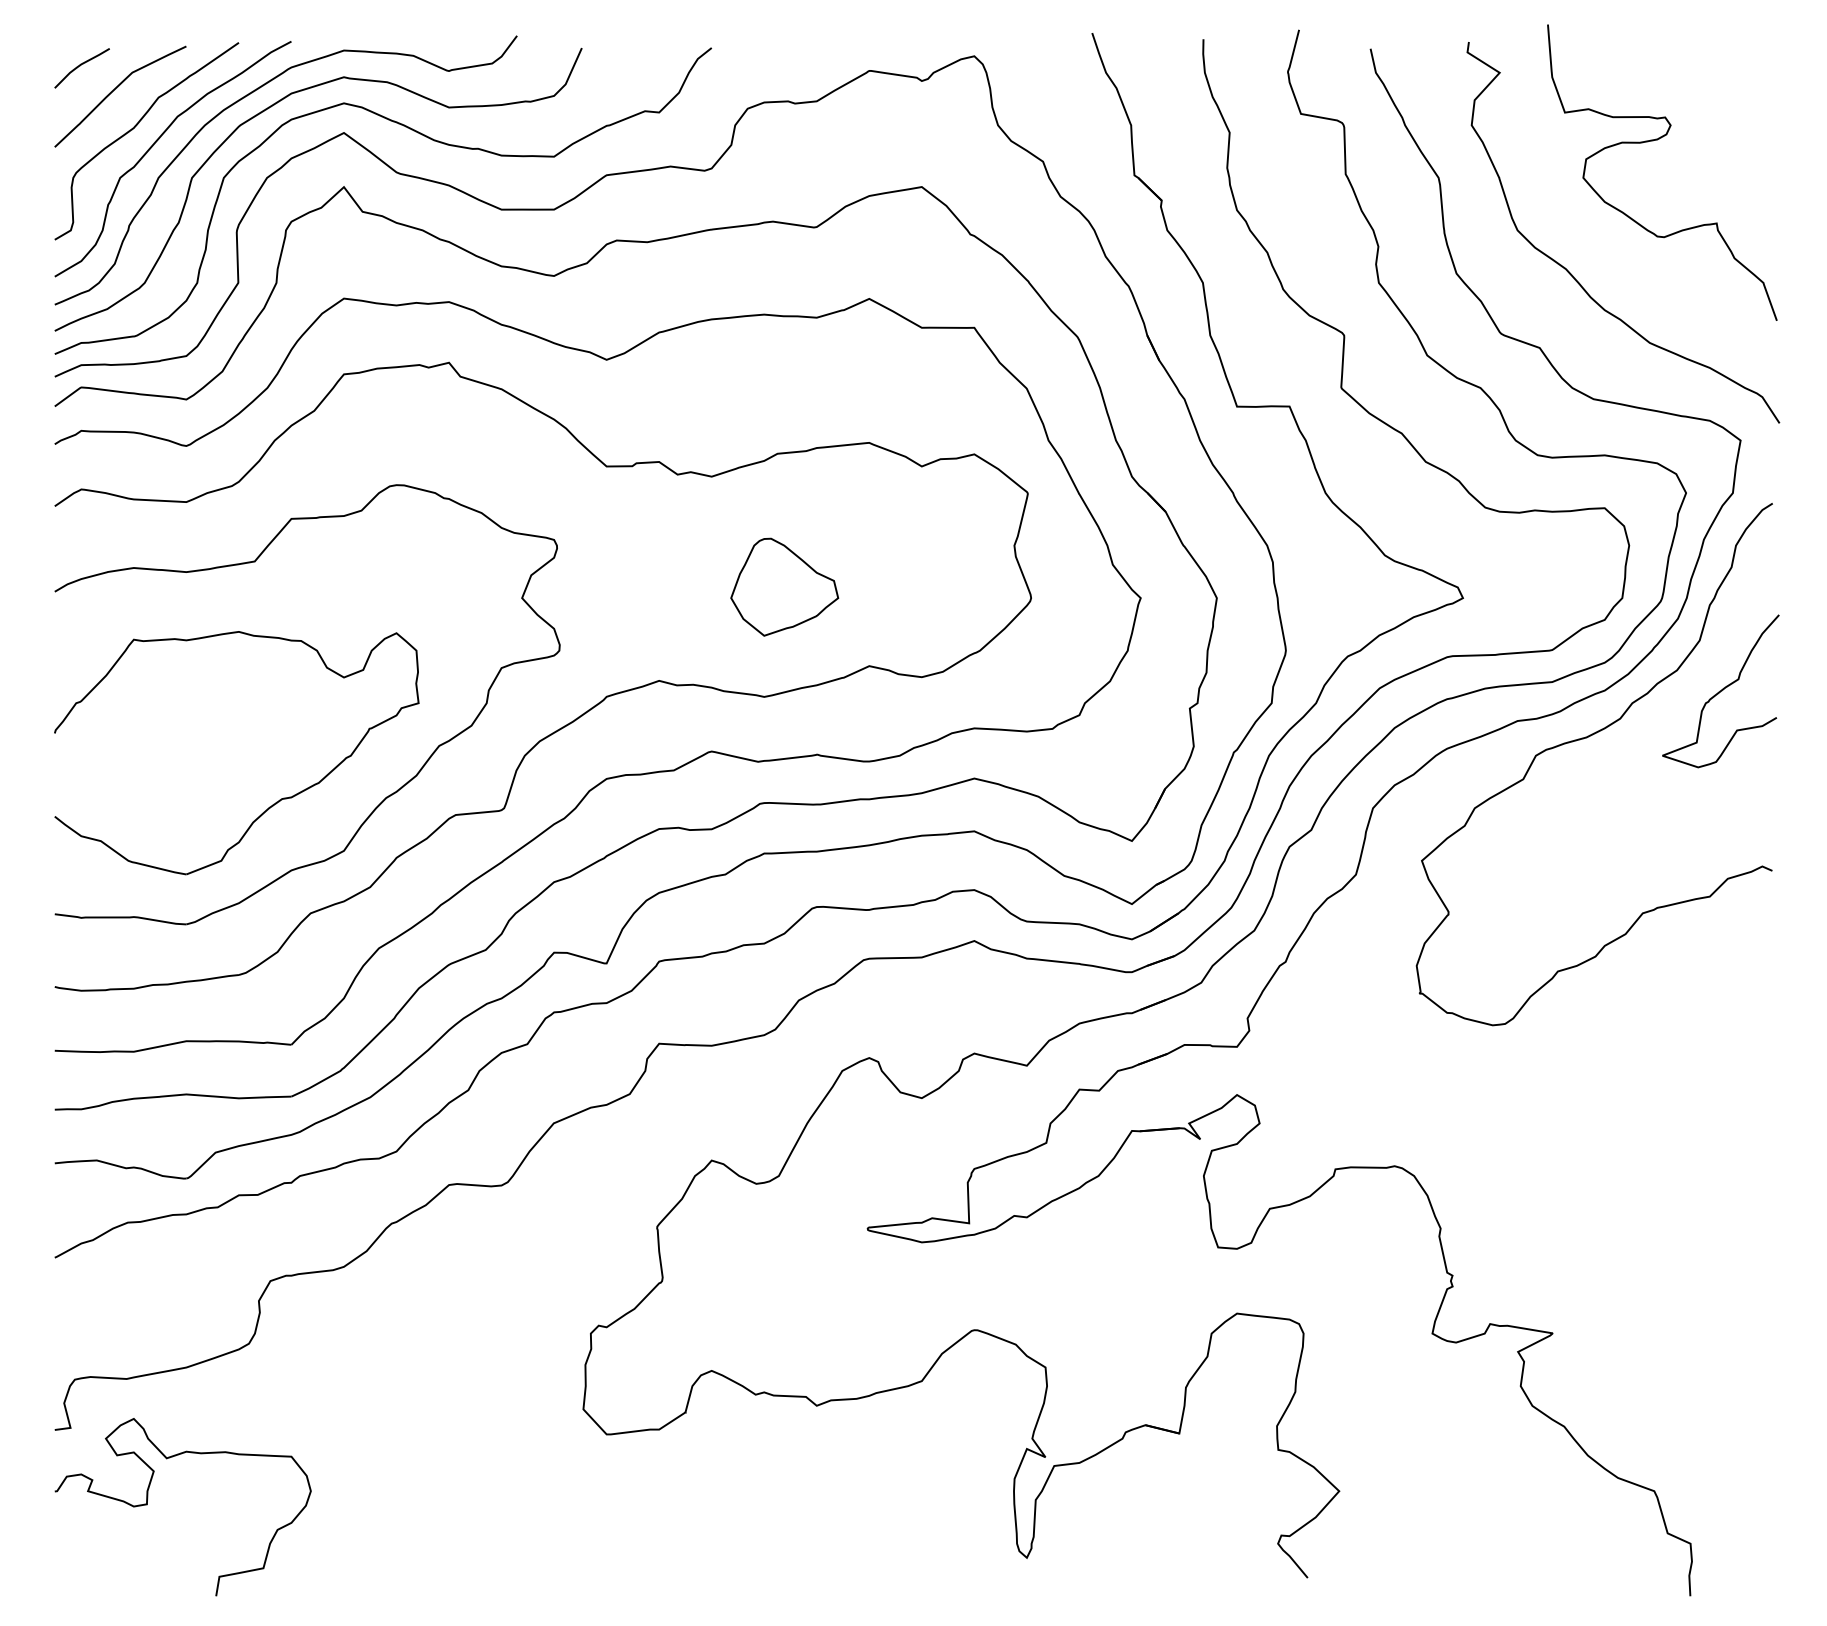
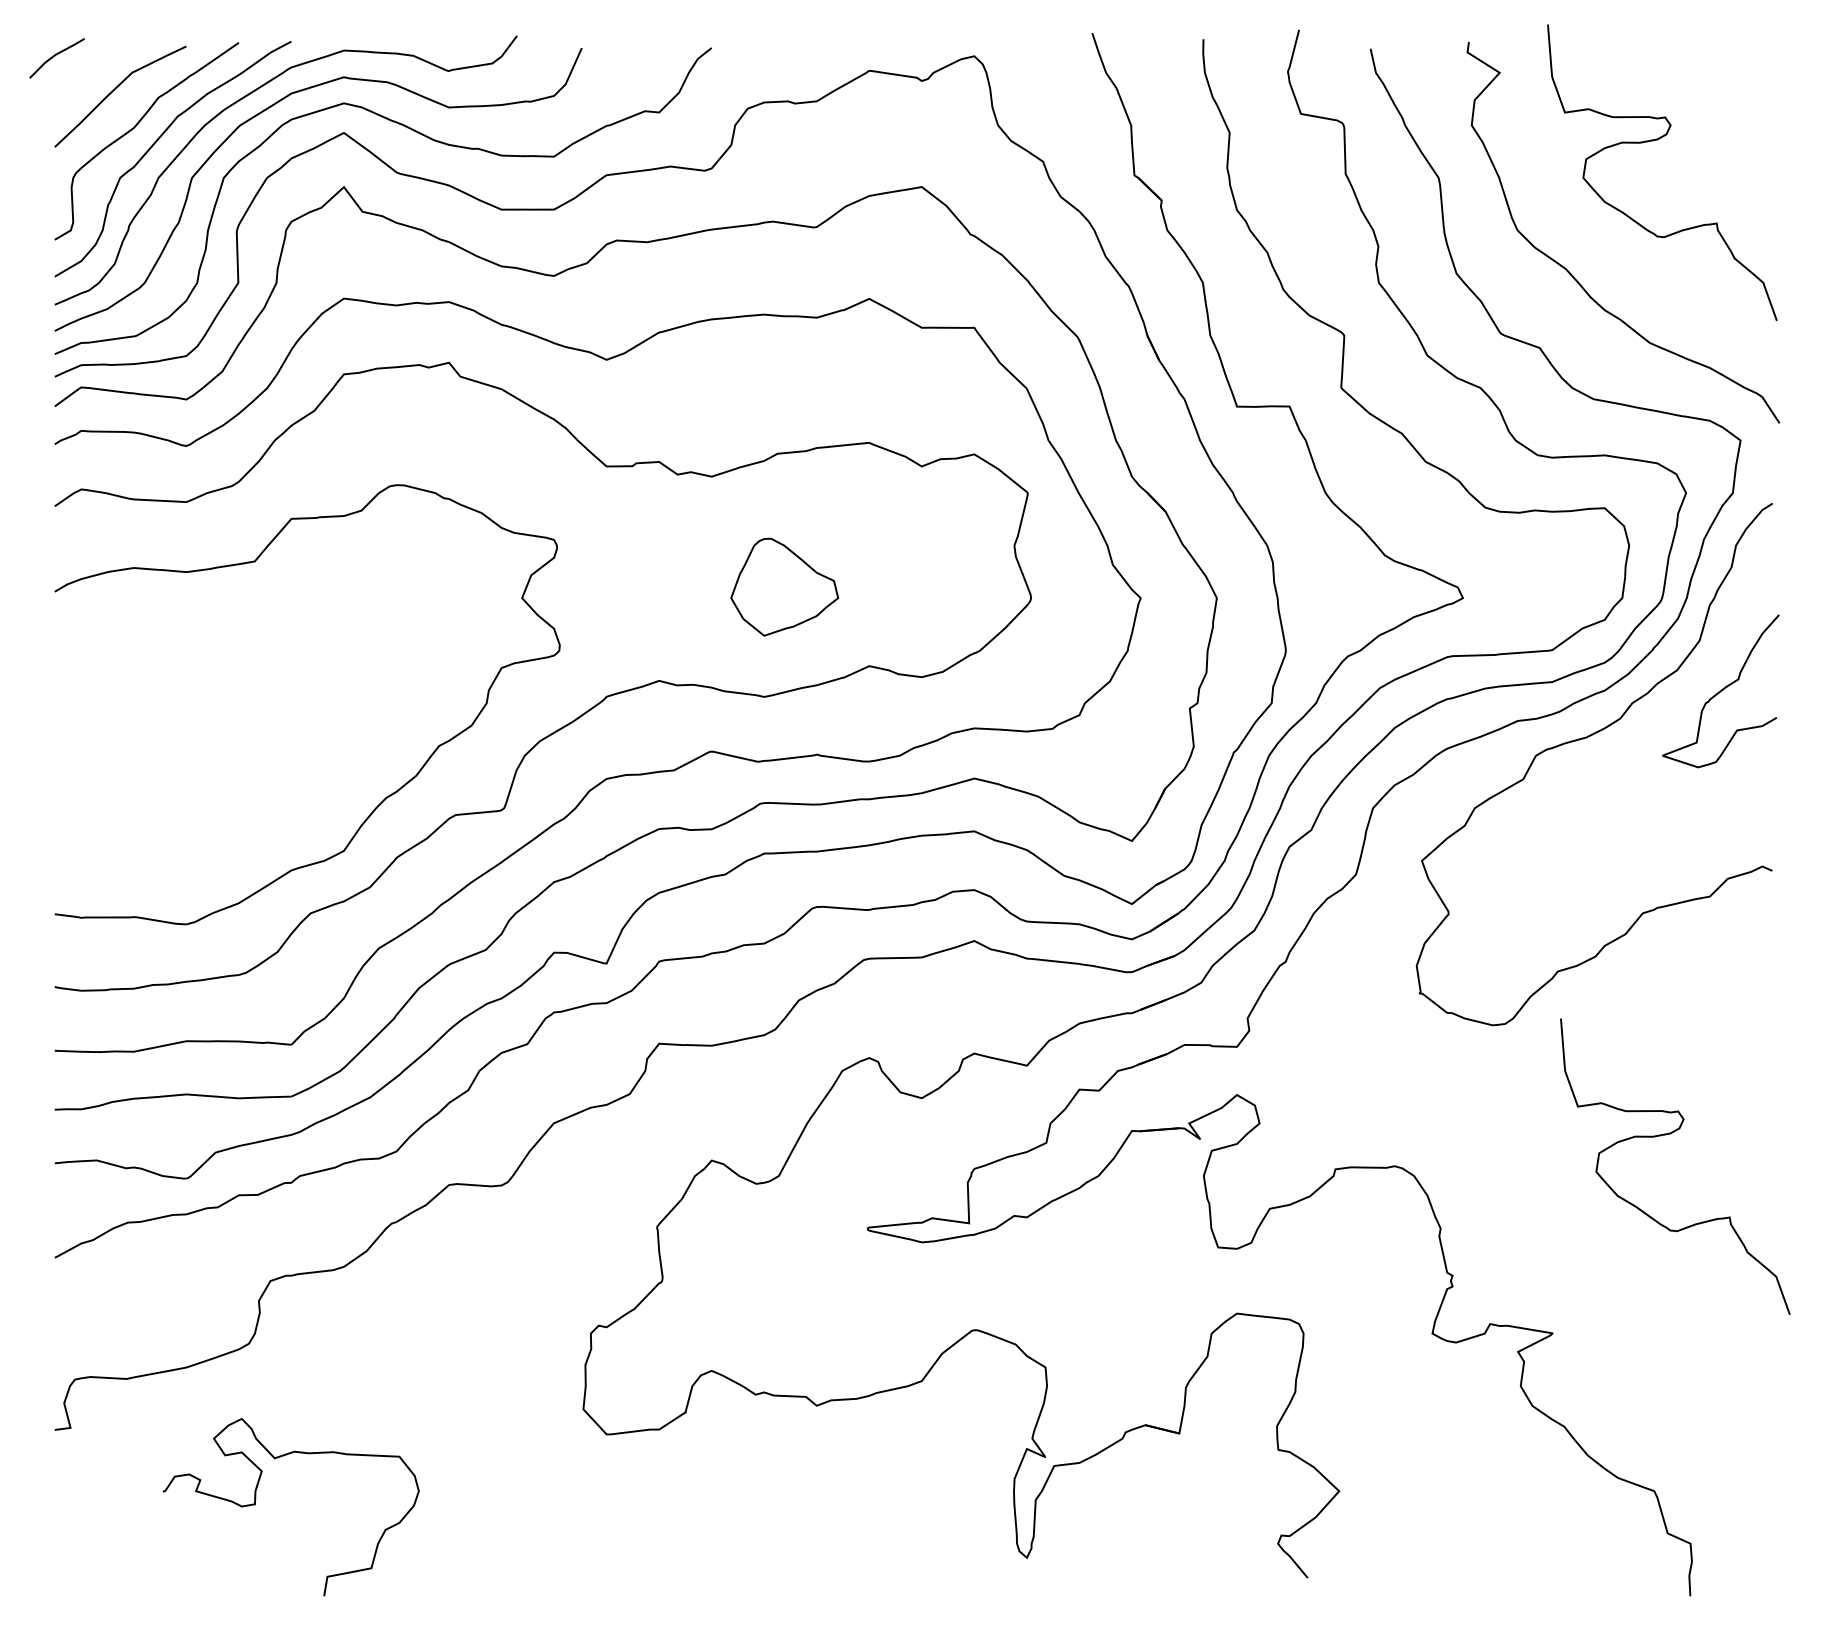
curve at (80, 66) position: (80, 66) -> (55, 56)
part at (272, 804): present -> none
curve at (1666, 1135): none -> present
curve at (147, 1505) position: (147, 1505) -> (255, 1505)
